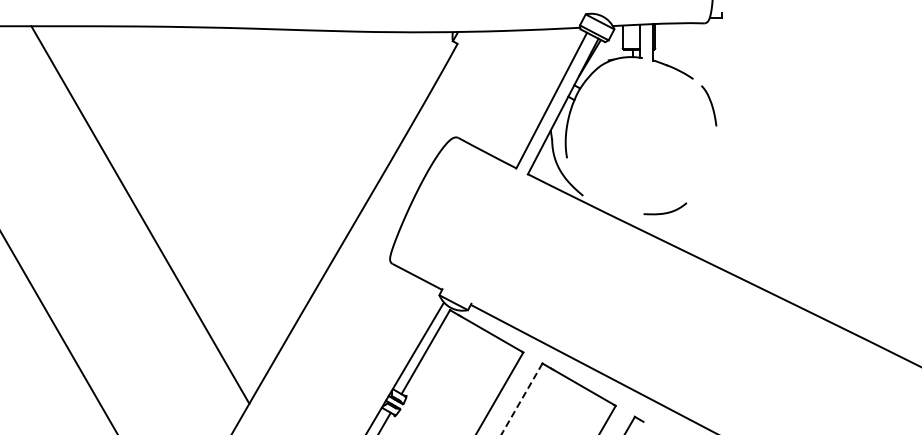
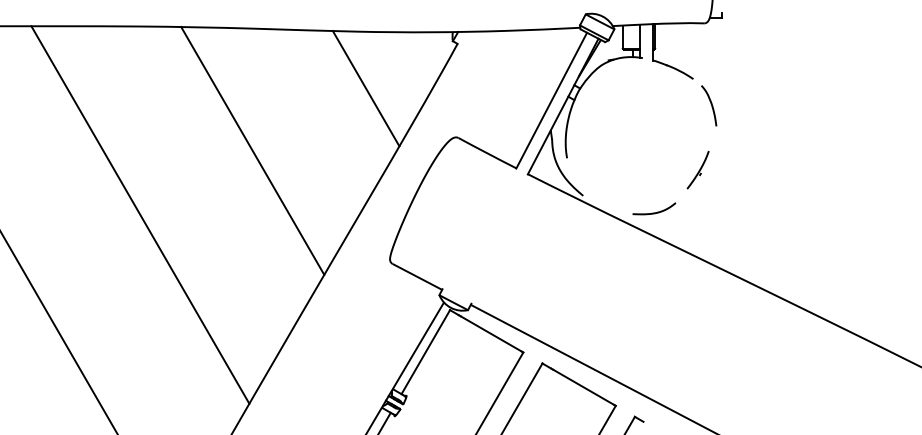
line at (365, 88): none -> present
line at (252, 150): none -> present
part at (697, 170): none -> present
curve at (665, 212) position: (665, 212) -> (654, 212)
line at (521, 399): dashed -> solid
